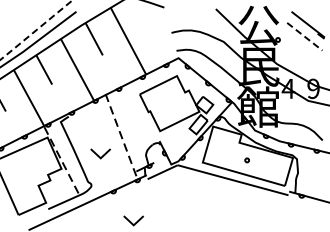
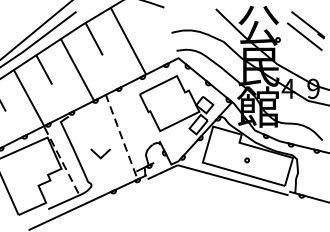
line at (36, 30): dashed -> solid
line at (305, 37): dashed -> solid
line at (131, 221): present -> none
